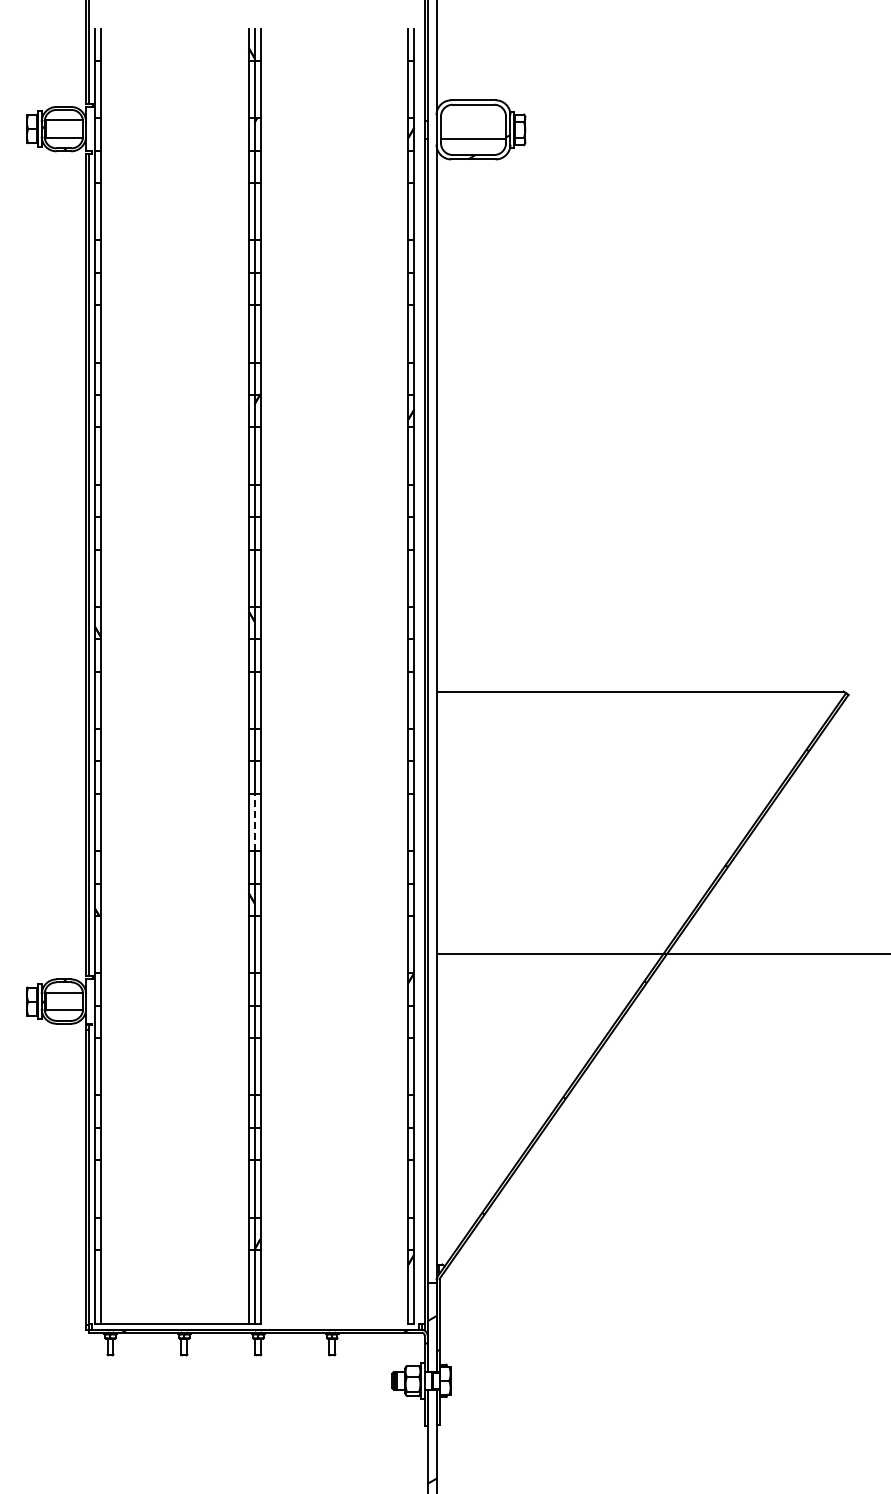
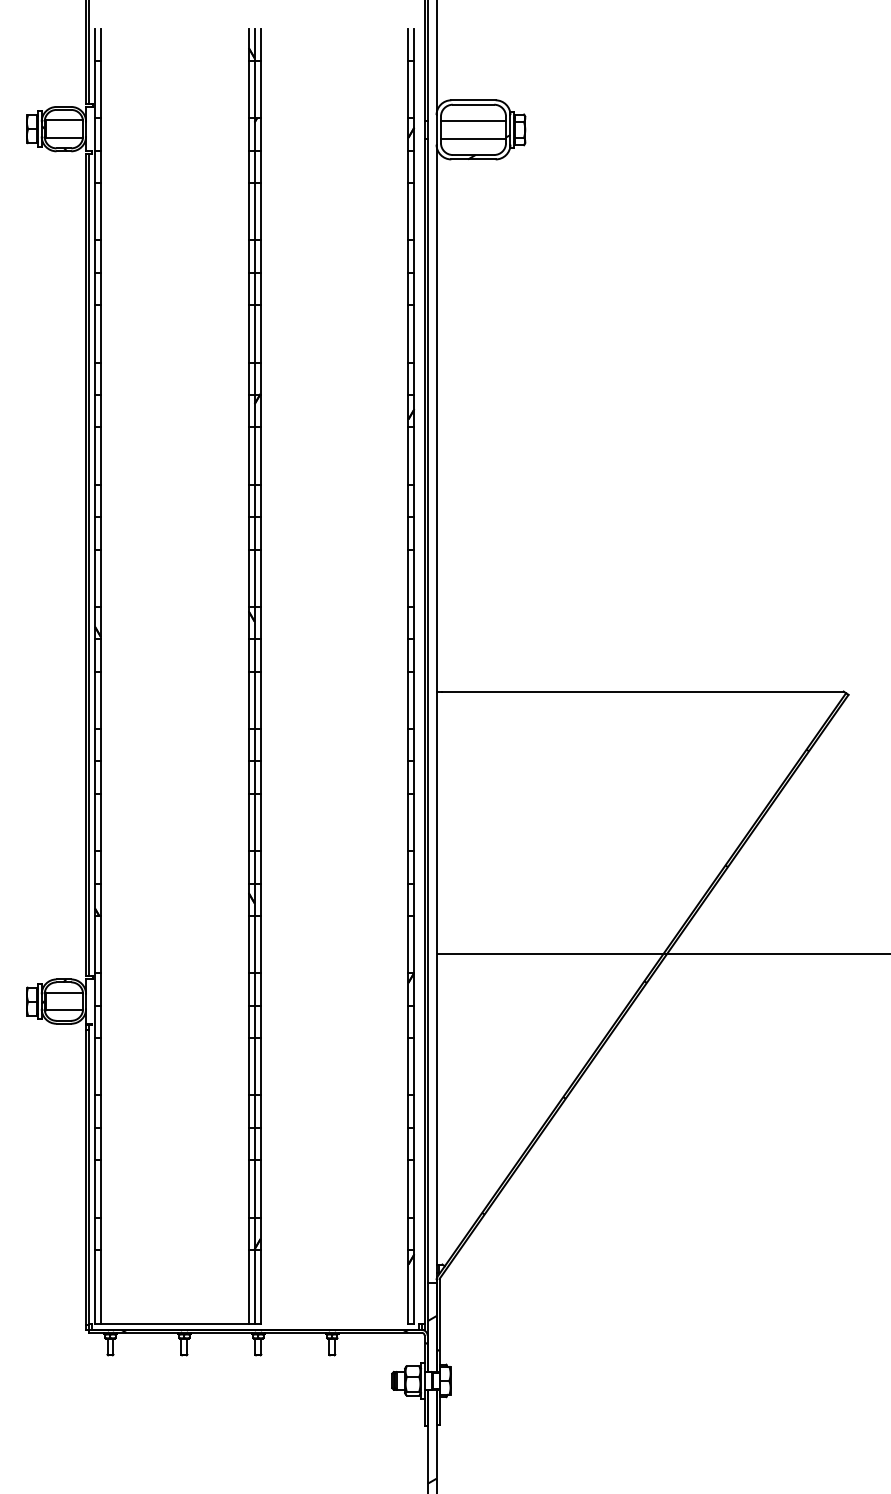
line at (473, 121): none -> present
line at (254, 822): dashed -> solid
